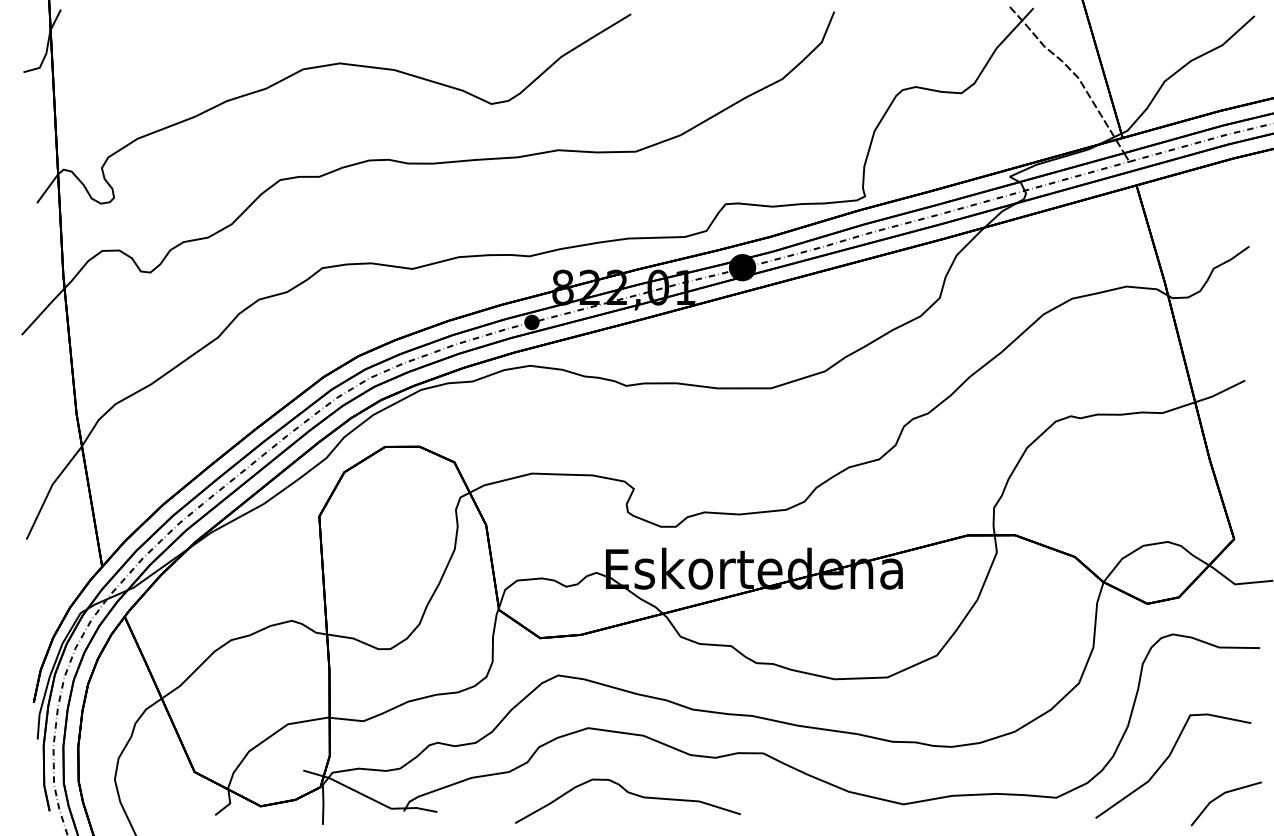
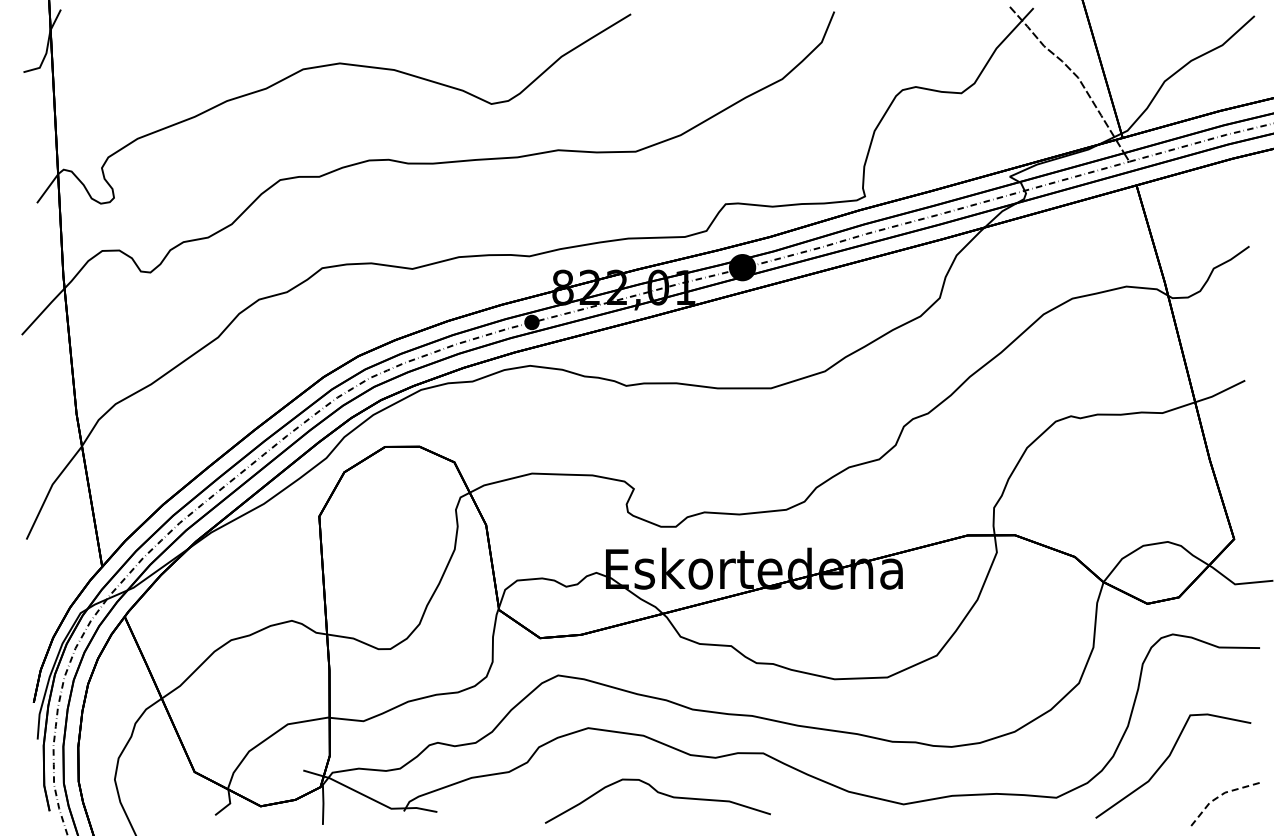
curve at (628, 793) position: (628, 793) -> (658, 793)
line at (1221, 795): solid -> dashed
